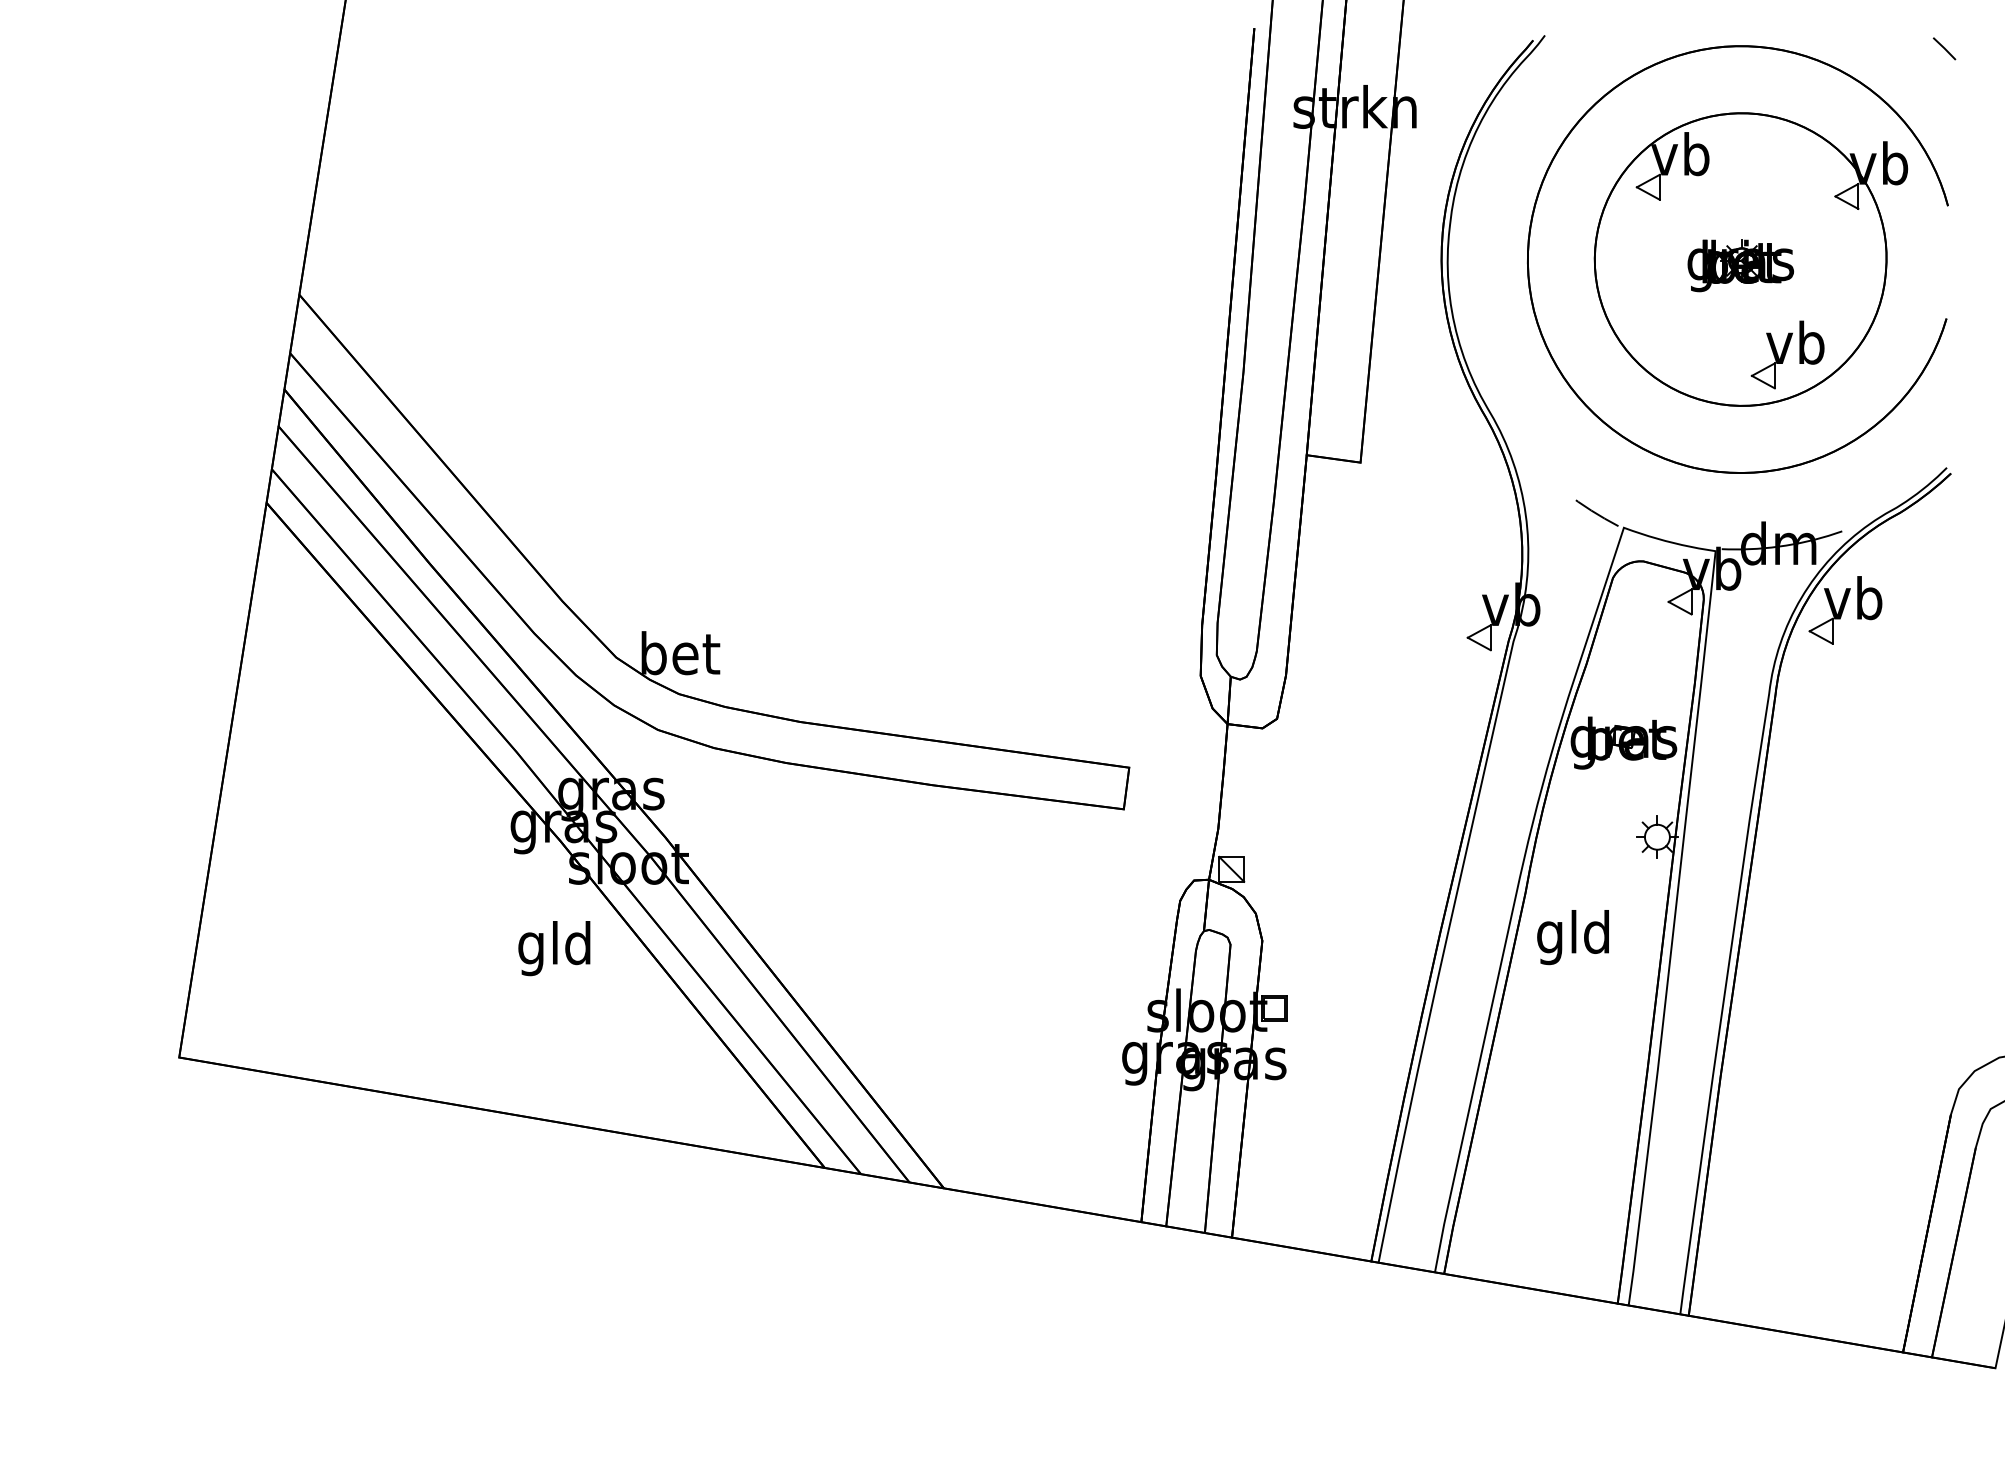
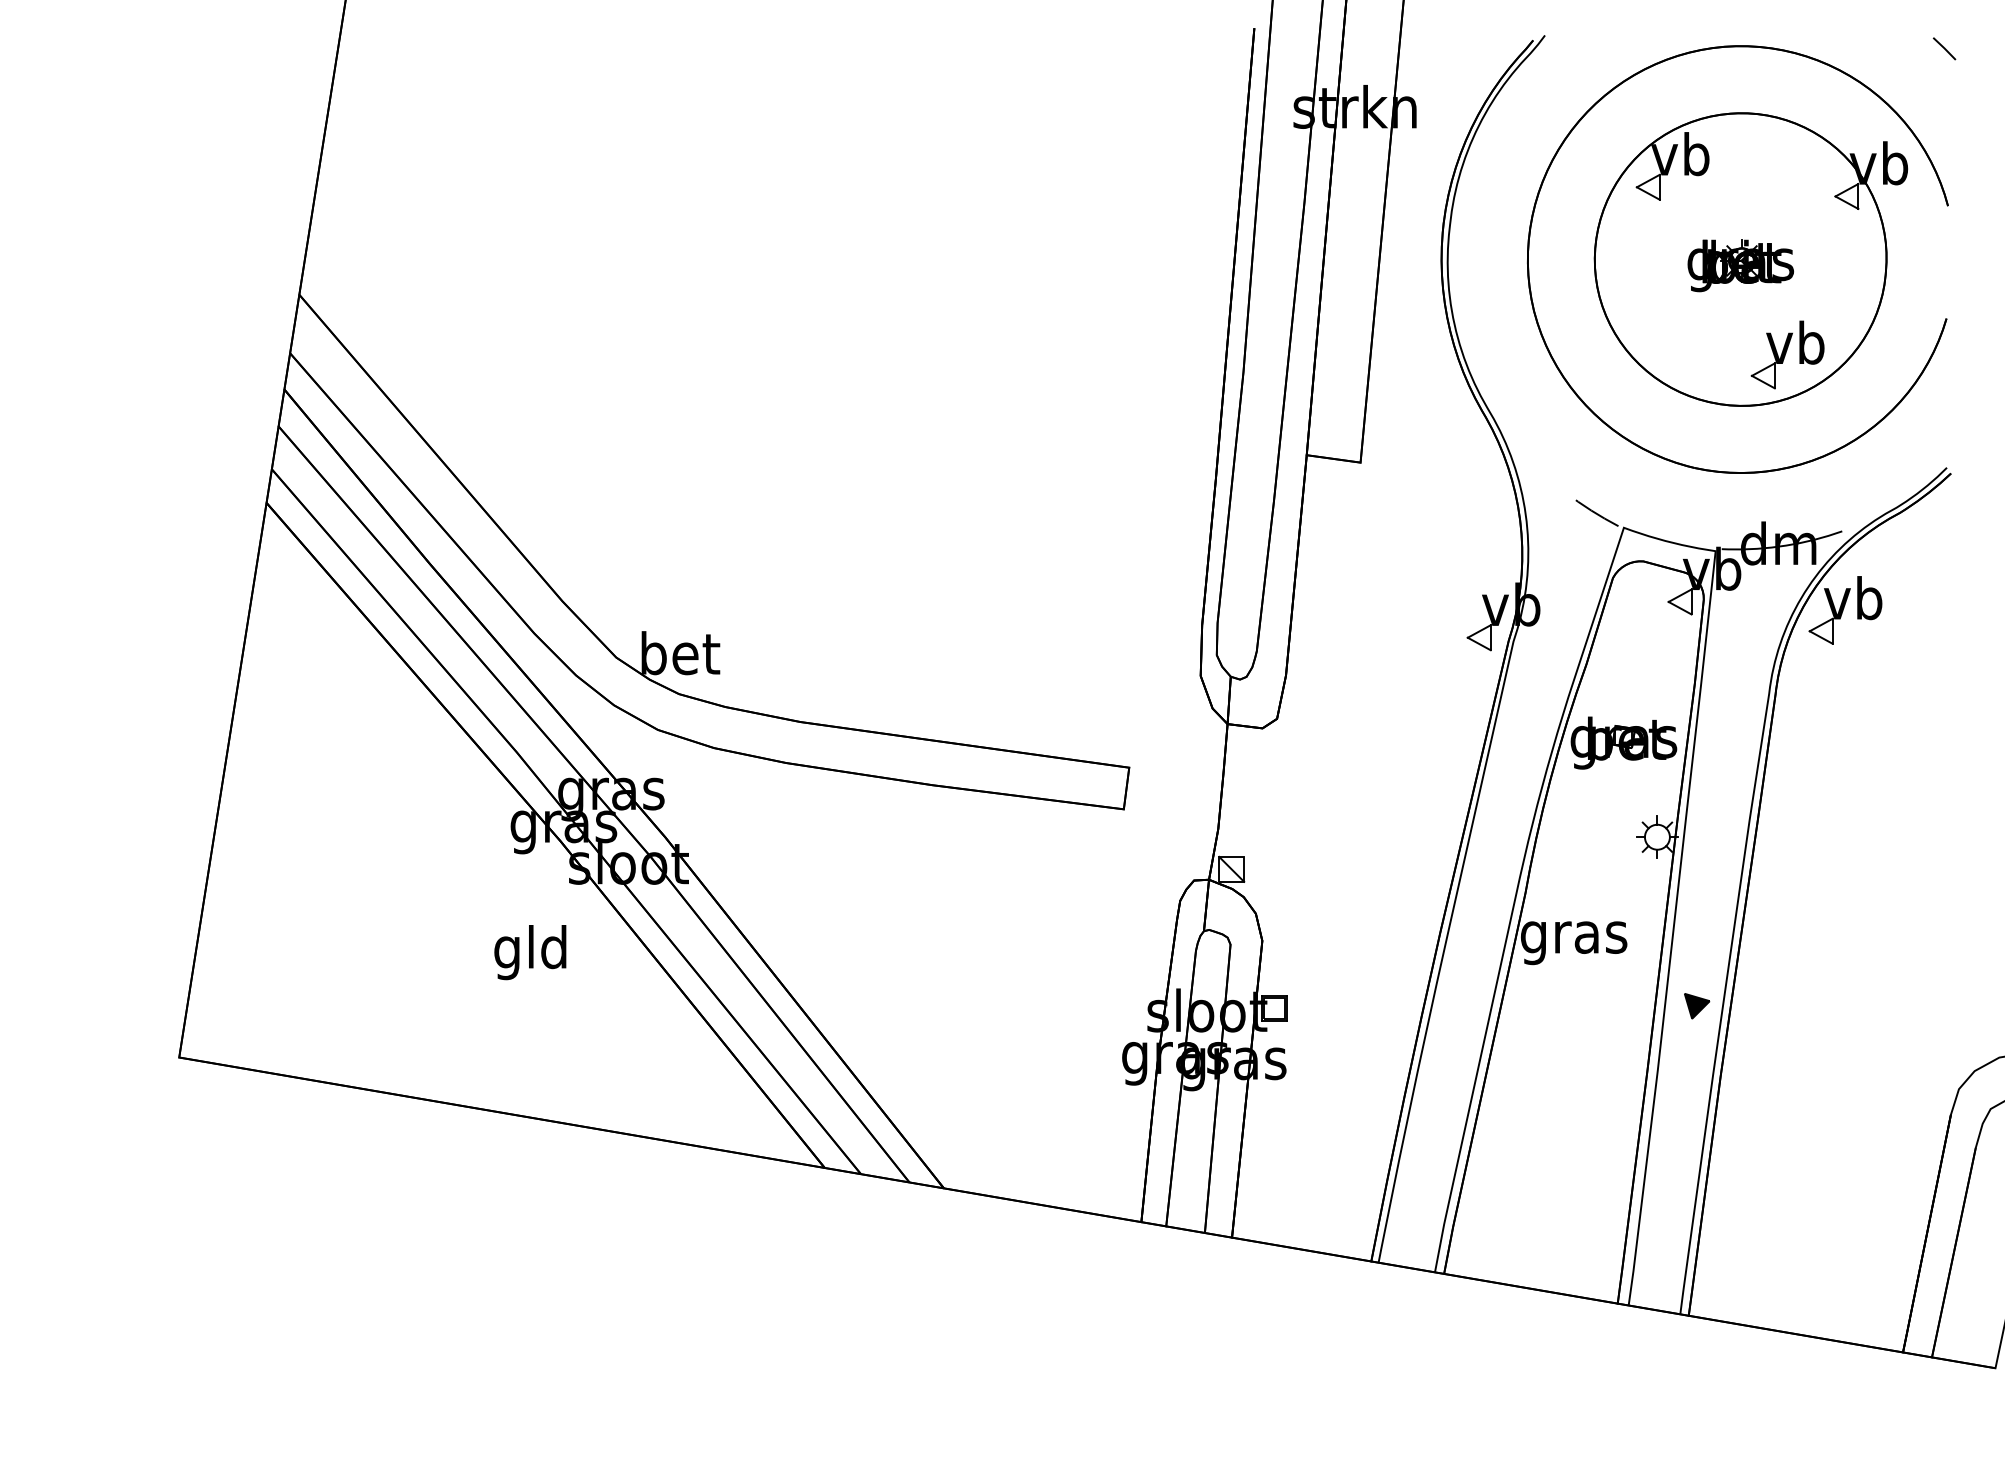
text at (1573, 937): gld -> gras
text at (554, 948) position: (554, 948) -> (530, 952)
part at (1697, 1006): none -> present
